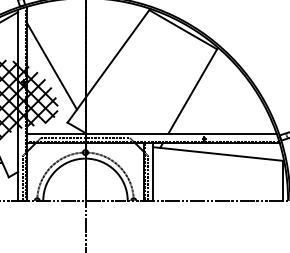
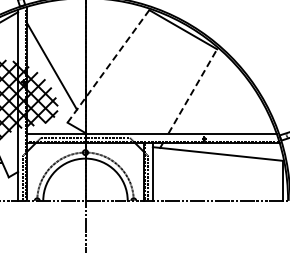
line at (108, 66): solid -> dashed
line at (192, 91): solid -> dashed
